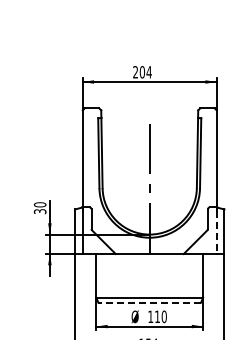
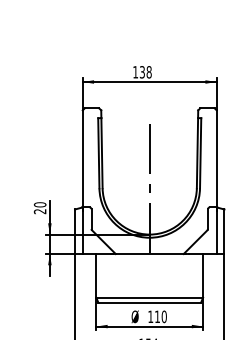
text at (142, 72): 204 -> 138
text at (40, 211): 30 -> 20
line at (216, 232): dashed -> solid
line at (149, 302): dashed -> solid
